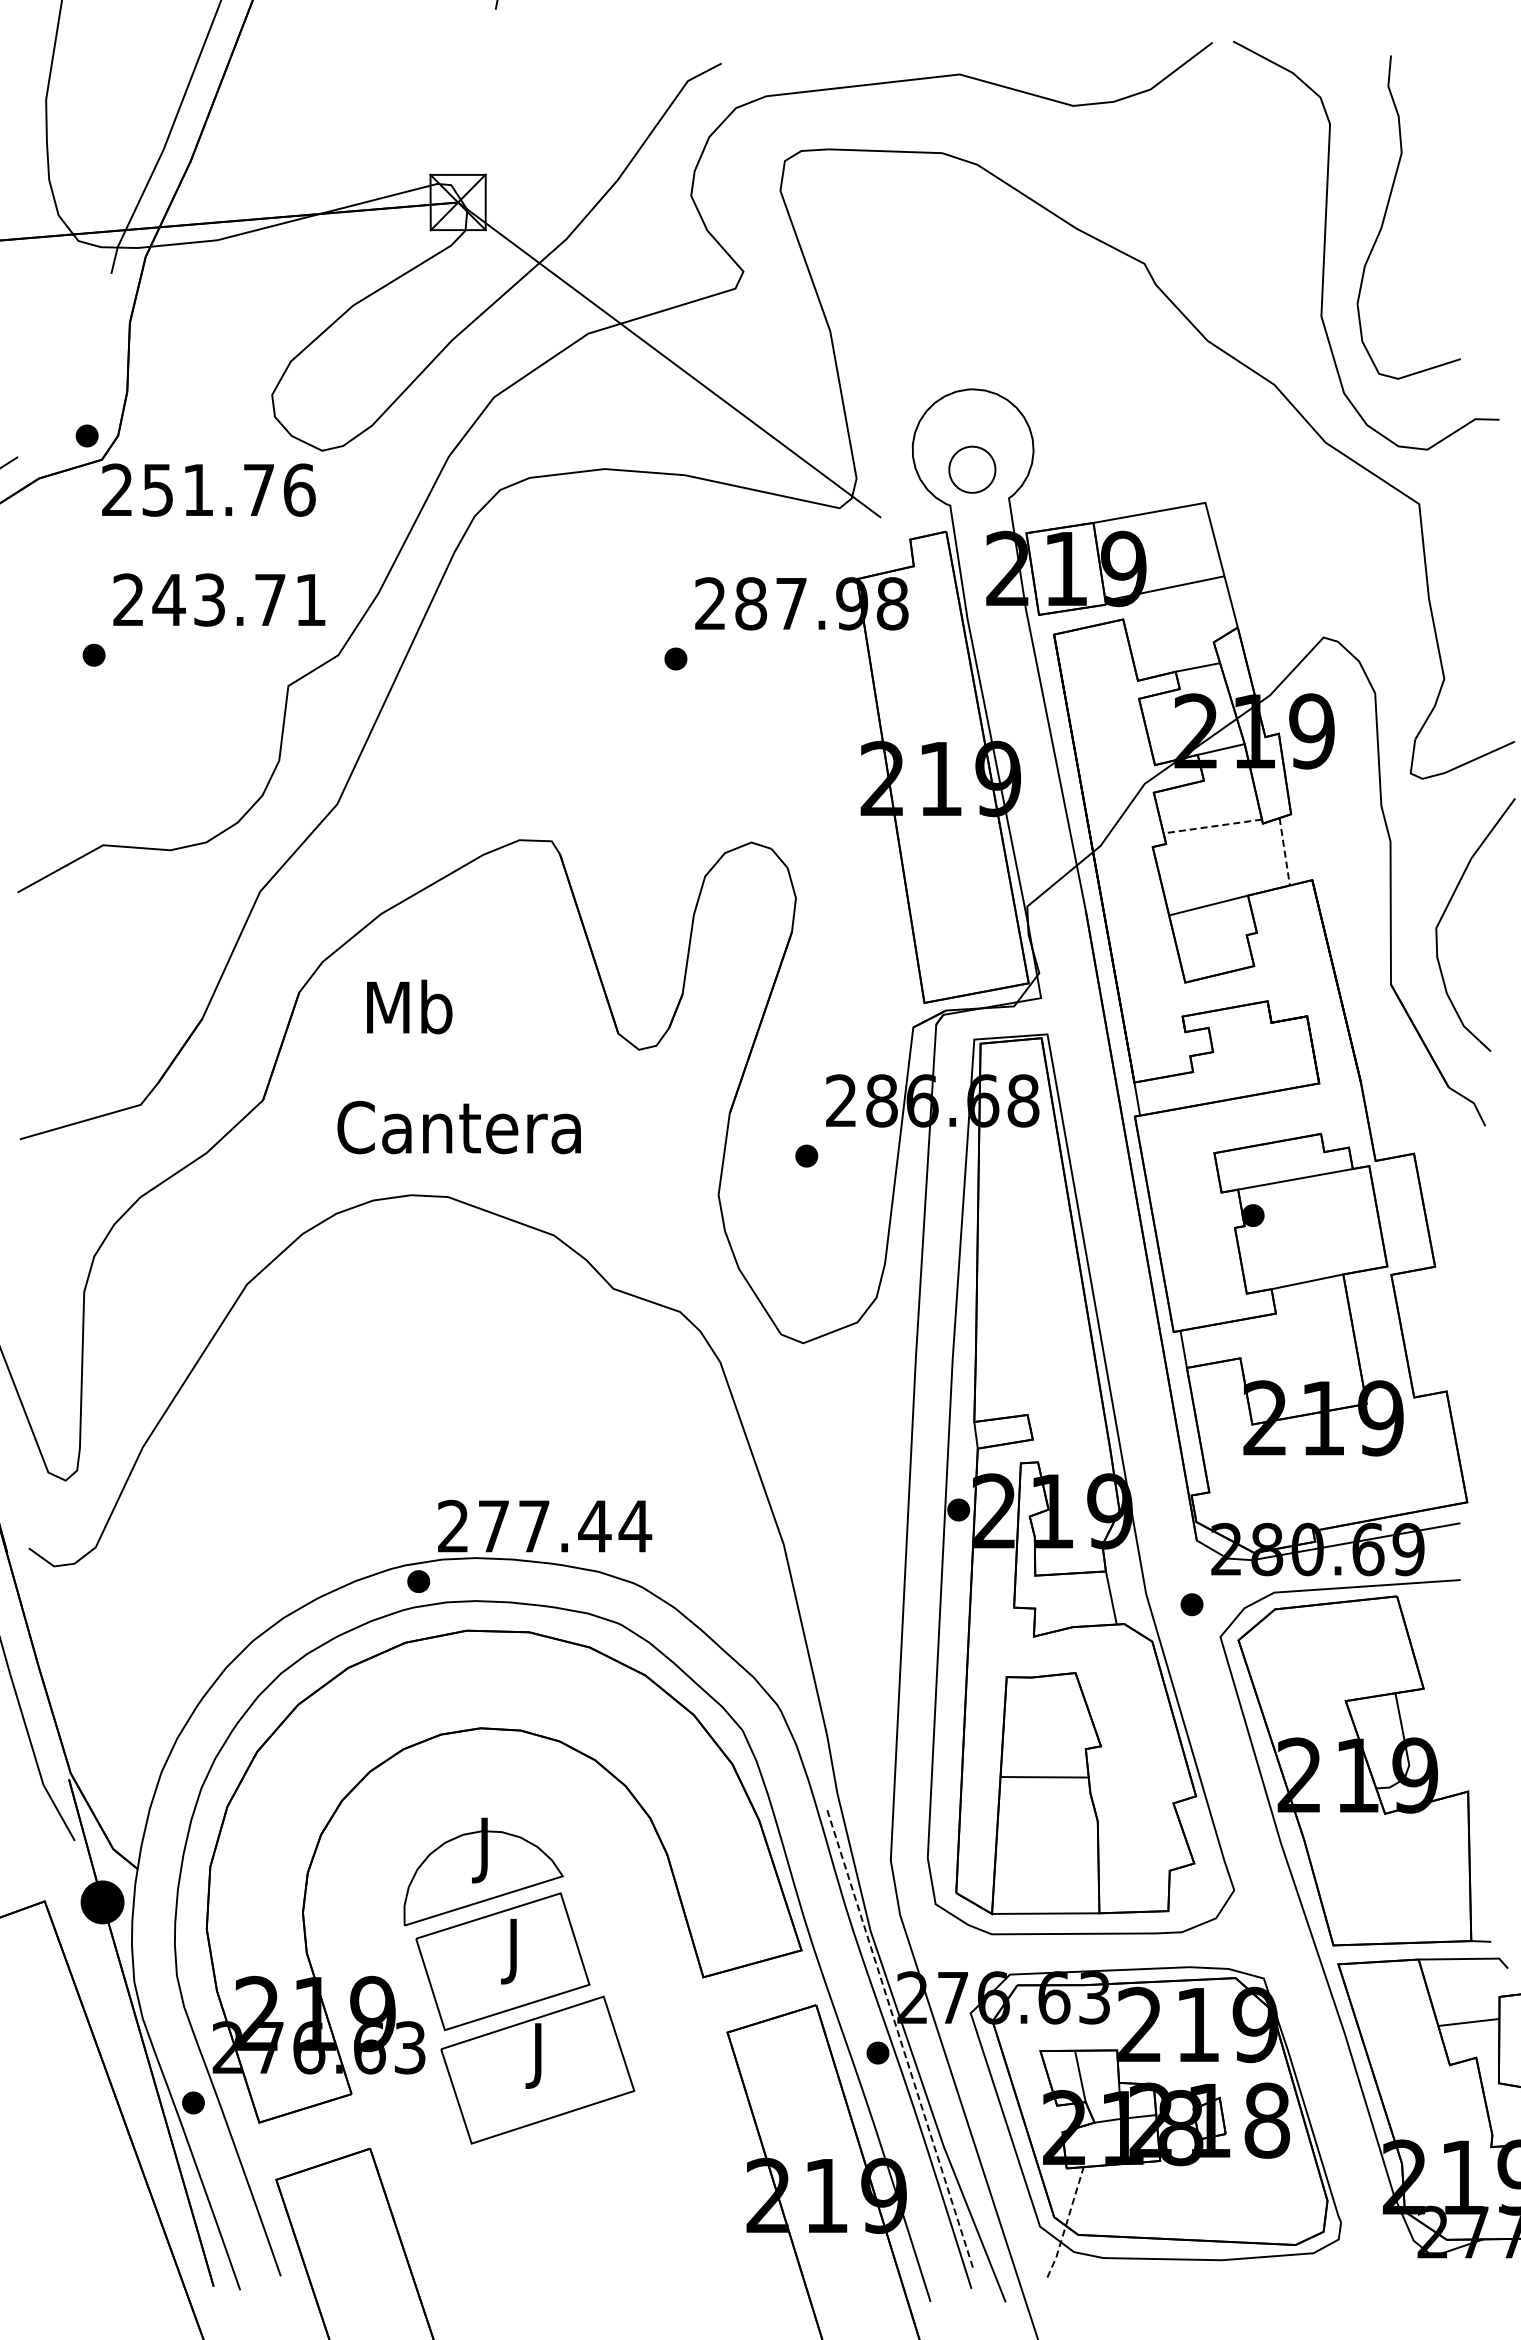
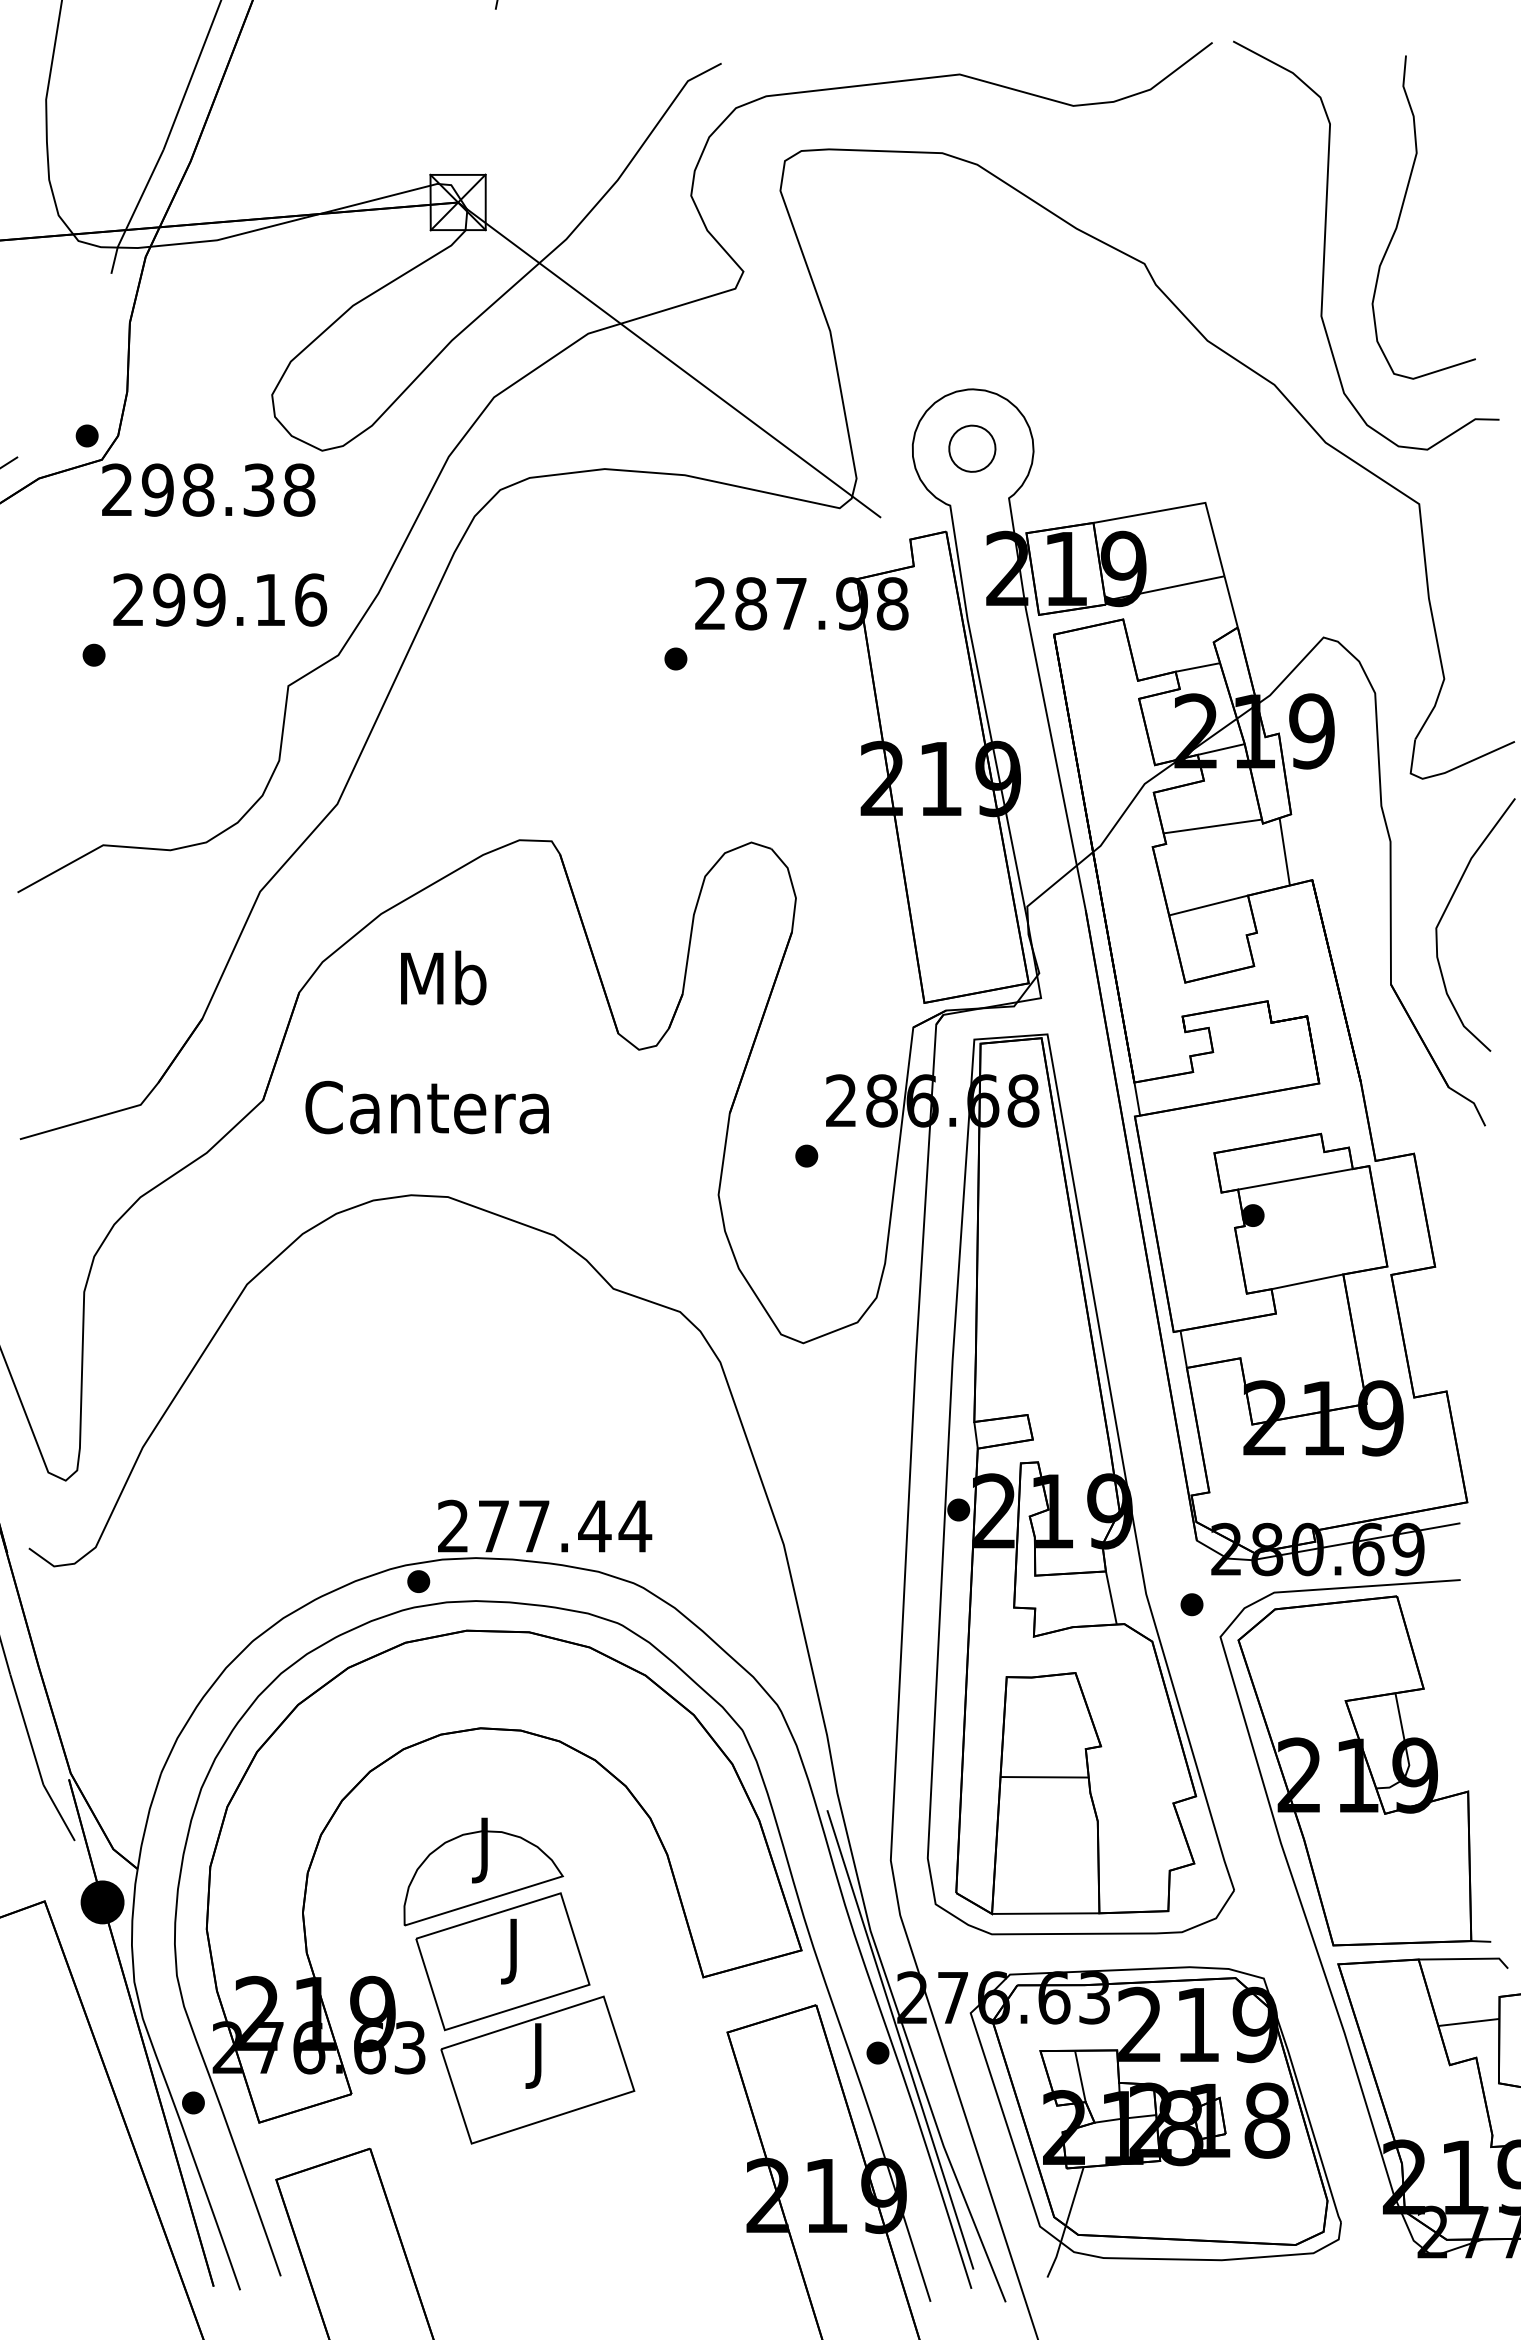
curve at (1387, 210) position: (1387, 210) -> (1402, 210)
part at (972, 469) position: (972, 469) -> (972, 448)
text at (228, 489): 251.76 -> 298.38
text at (239, 599): 243.71 -> 299.16
line at (1212, 826): dashed -> solid
line at (1284, 852): dashed -> solid
text at (409, 1006) position: (409, 1006) -> (443, 977)
text at (458, 1127) position: (458, 1127) -> (426, 1107)
line at (900, 2040): dashed -> solid
line at (1066, 2222): dashed -> solid
